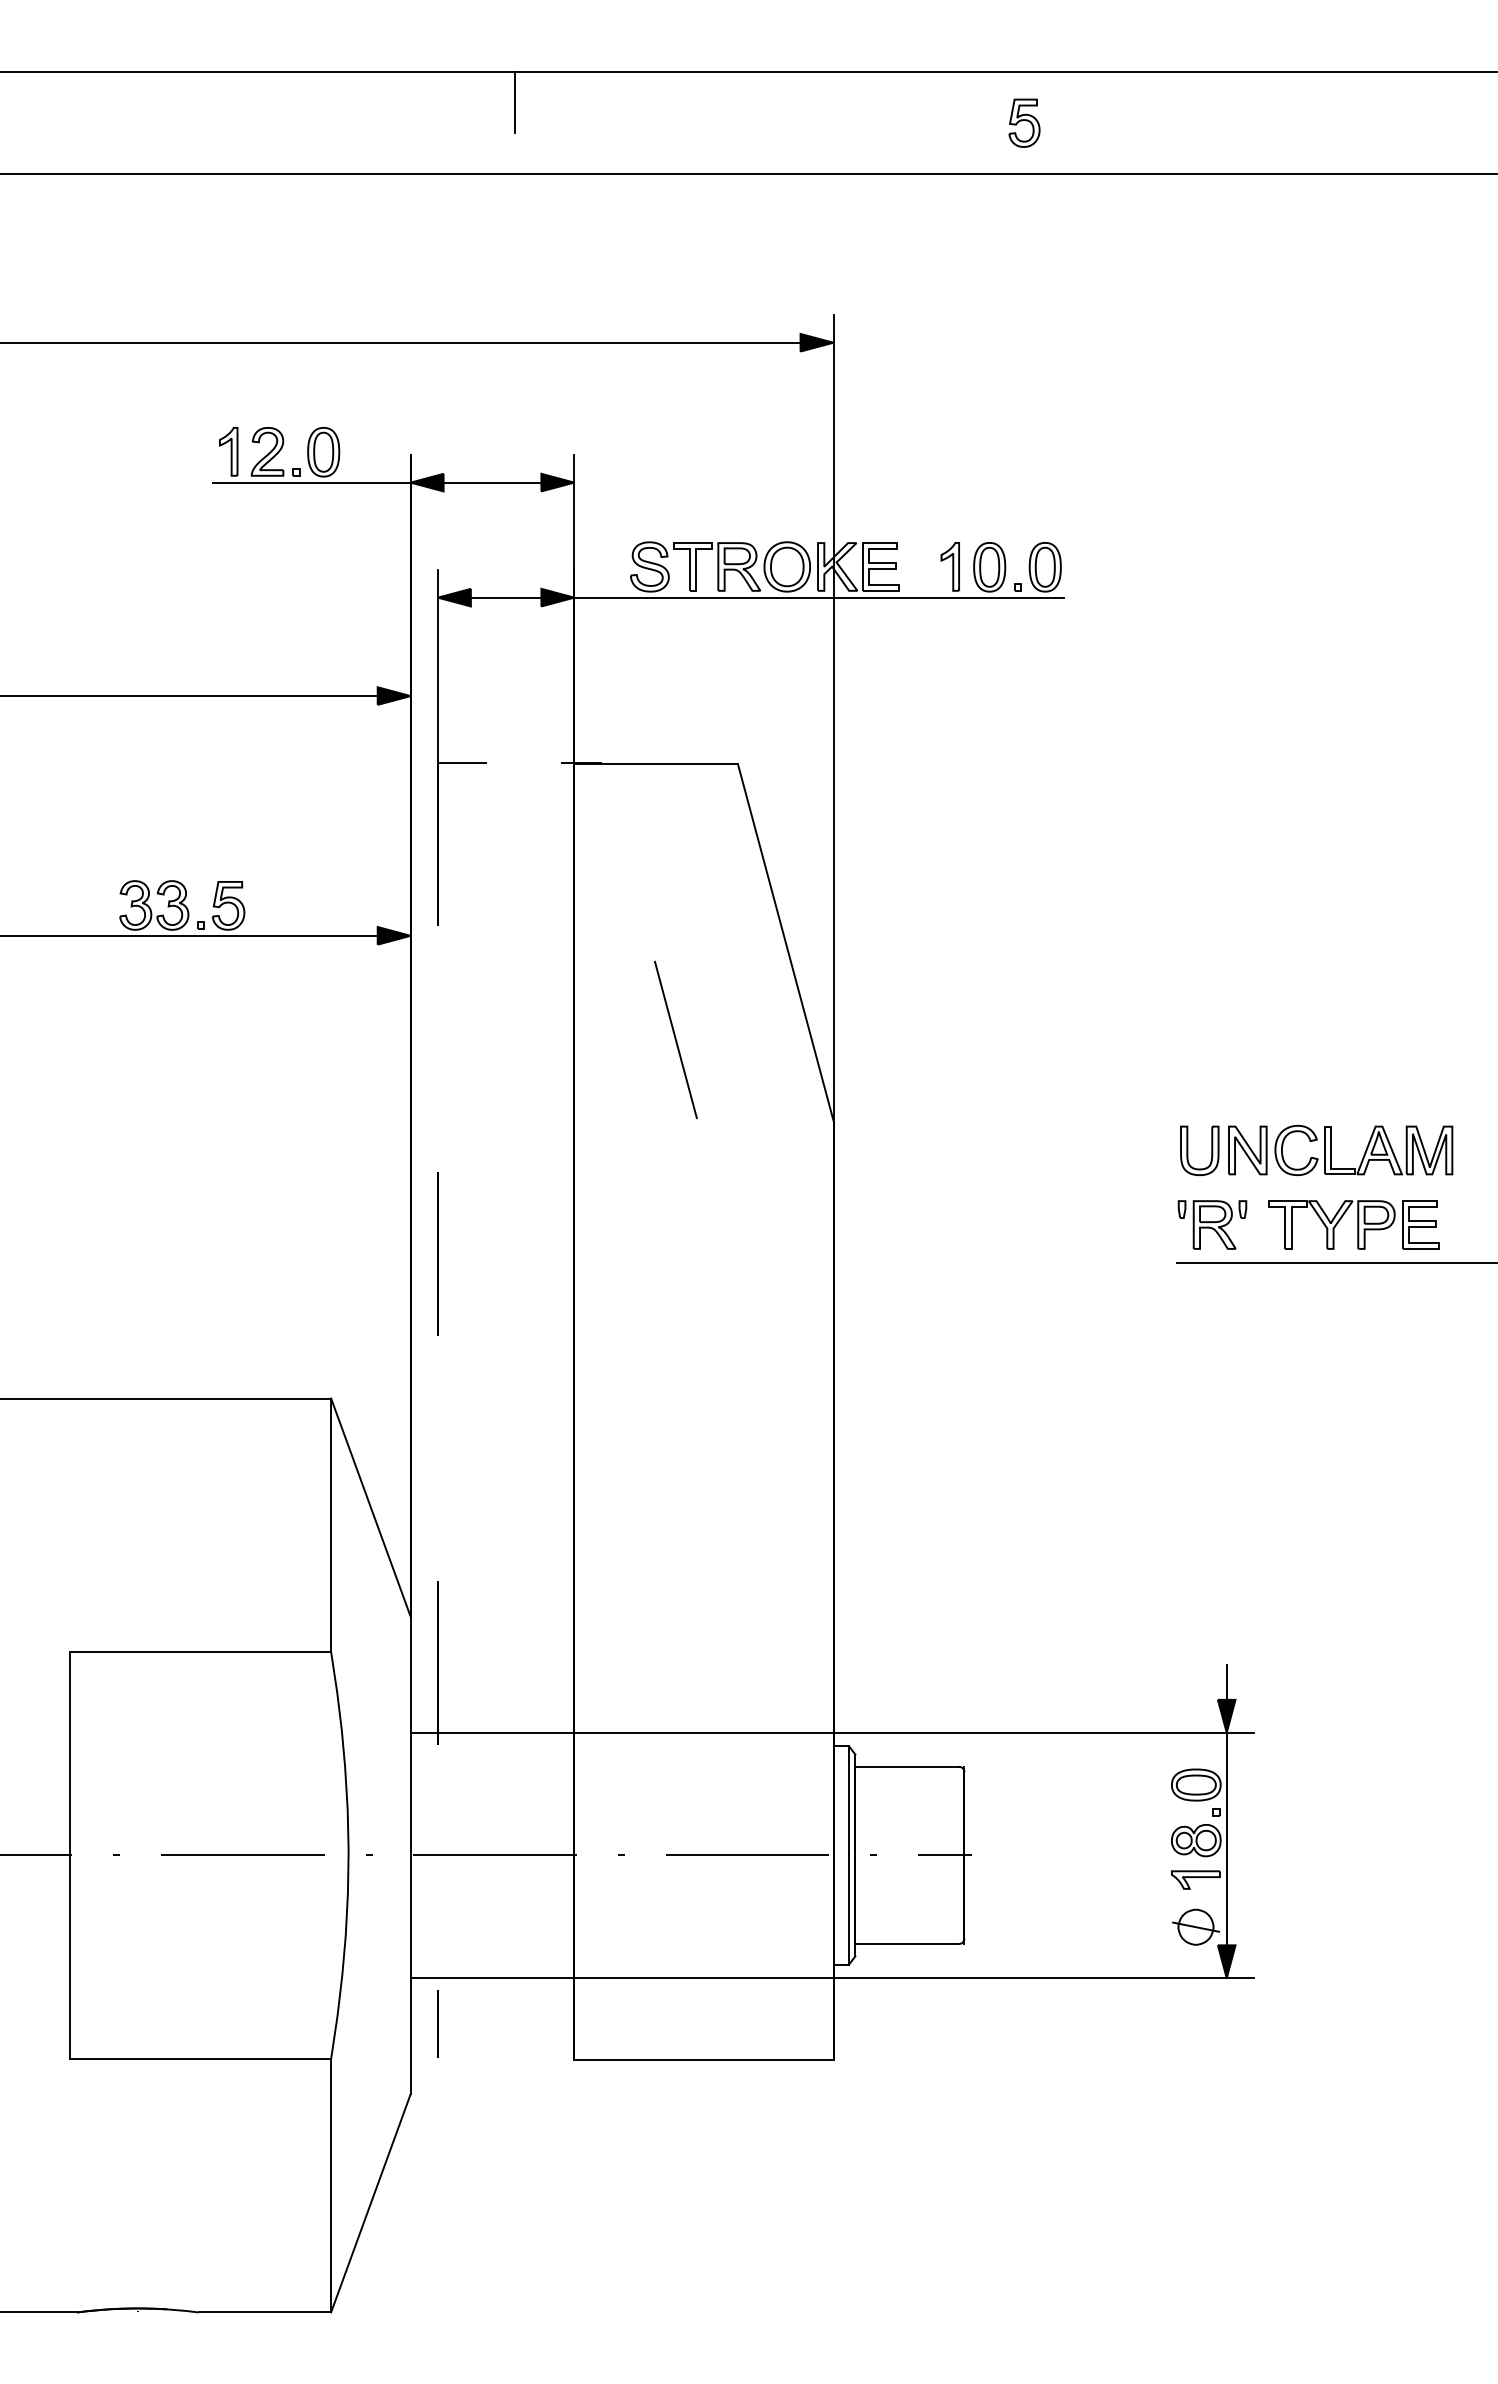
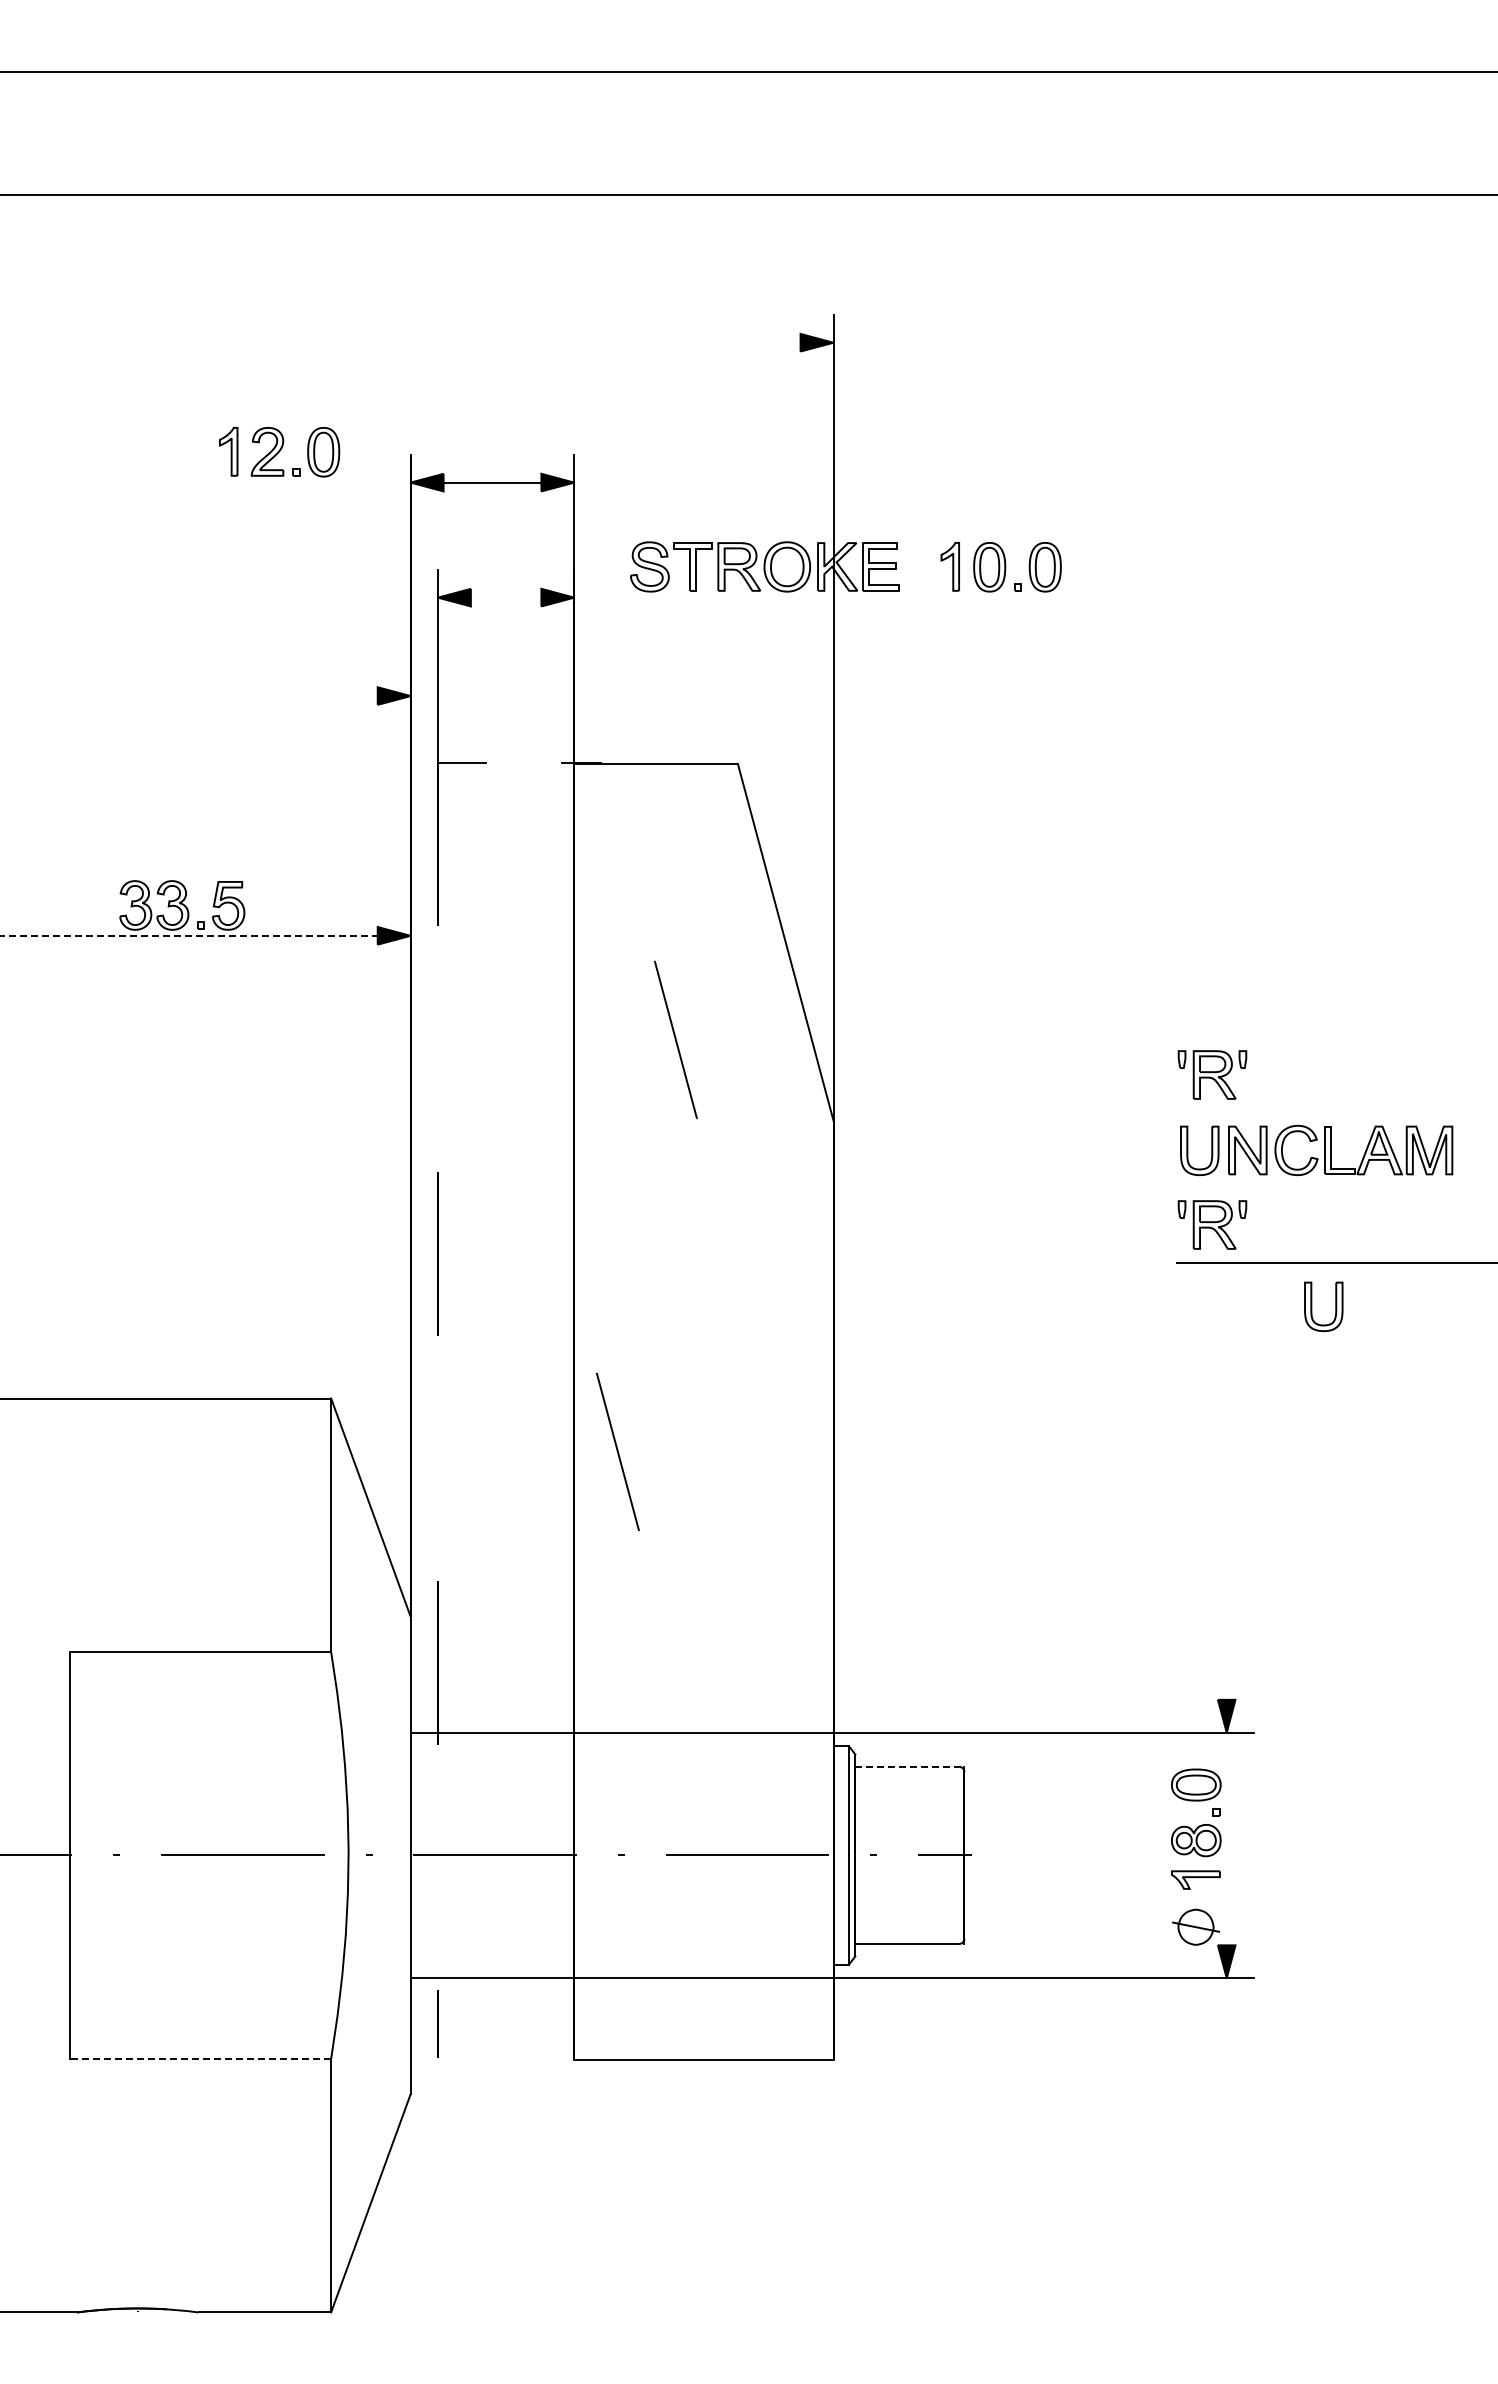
line at (514, 101): present -> none
part at (1024, 122): present -> none
line at (748, 173) position: (748, 173) -> (748, 194)
line at (401, 342): present -> none
line at (311, 482): present -> none
line at (505, 597): present -> none
line at (819, 597): present -> none
line at (189, 696): present -> none
line at (189, 935): solid -> dashed
part at (1212, 1074): none -> present
part at (1353, 1224): present -> none
part at (1312, 1306): none -> present
line at (617, 1451): none -> present
line at (1226, 1681): present -> none
line at (907, 1766): solid -> dashed
line at (1226, 1838): present -> none
line at (200, 2058): solid -> dashed
